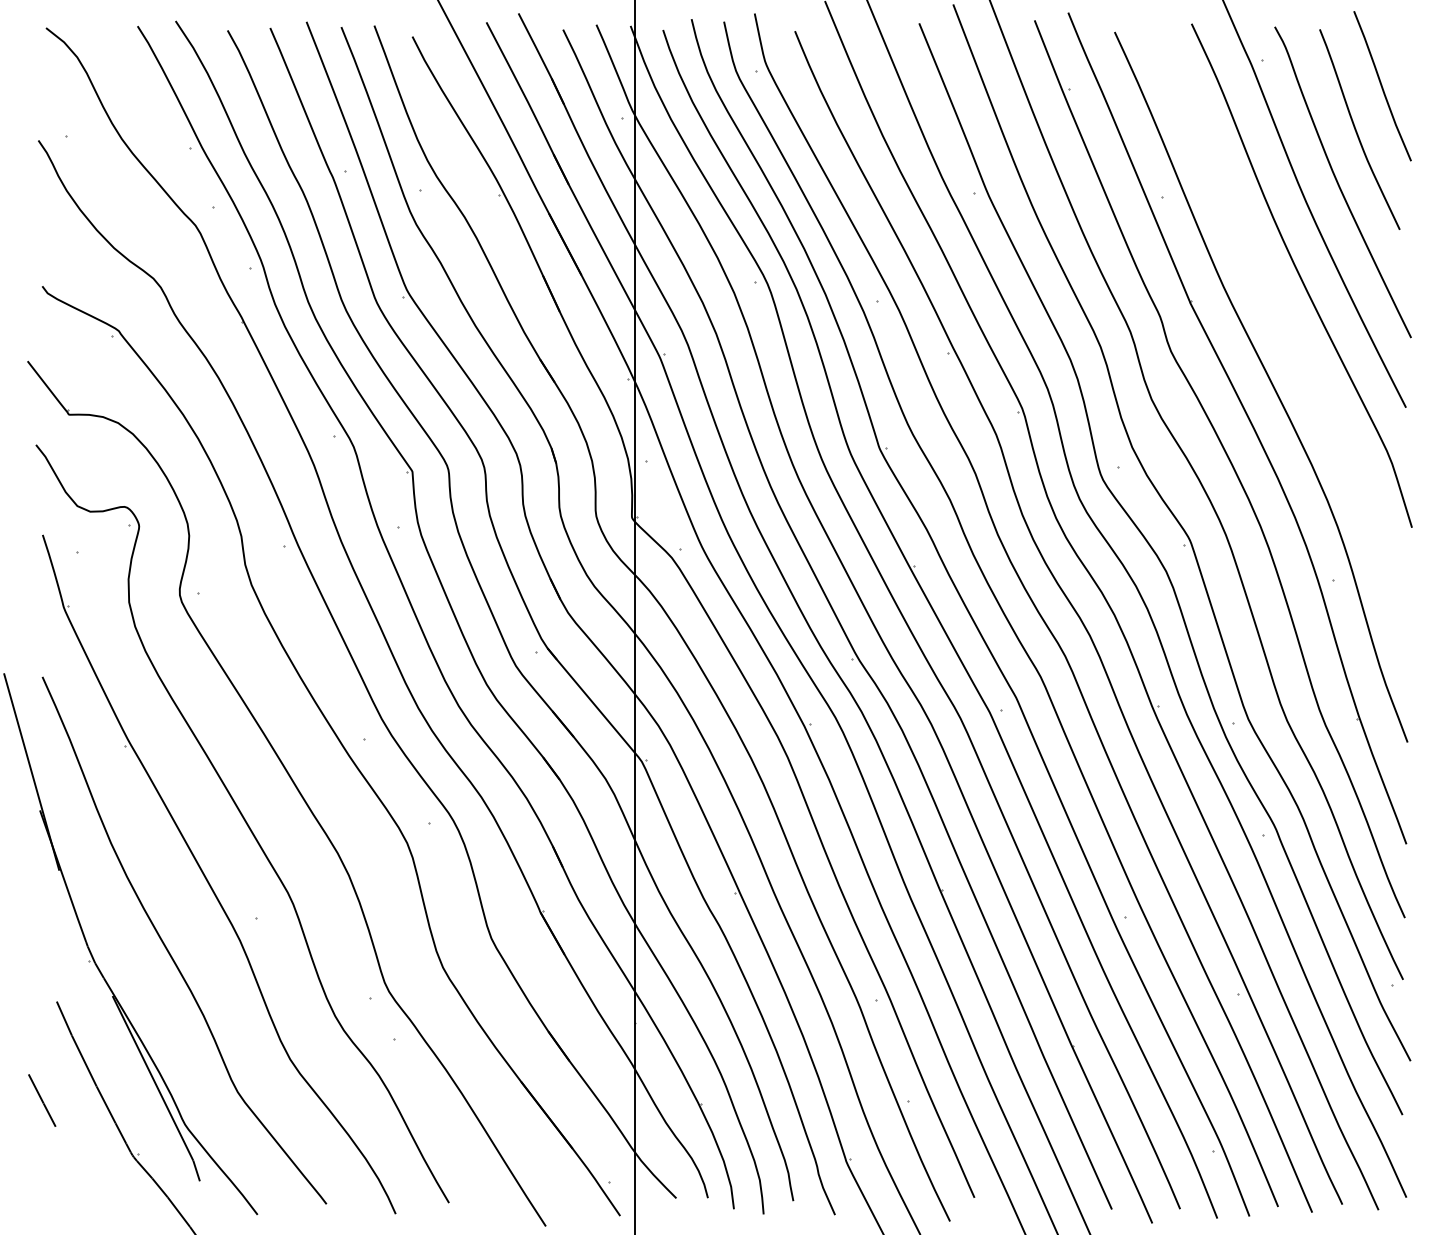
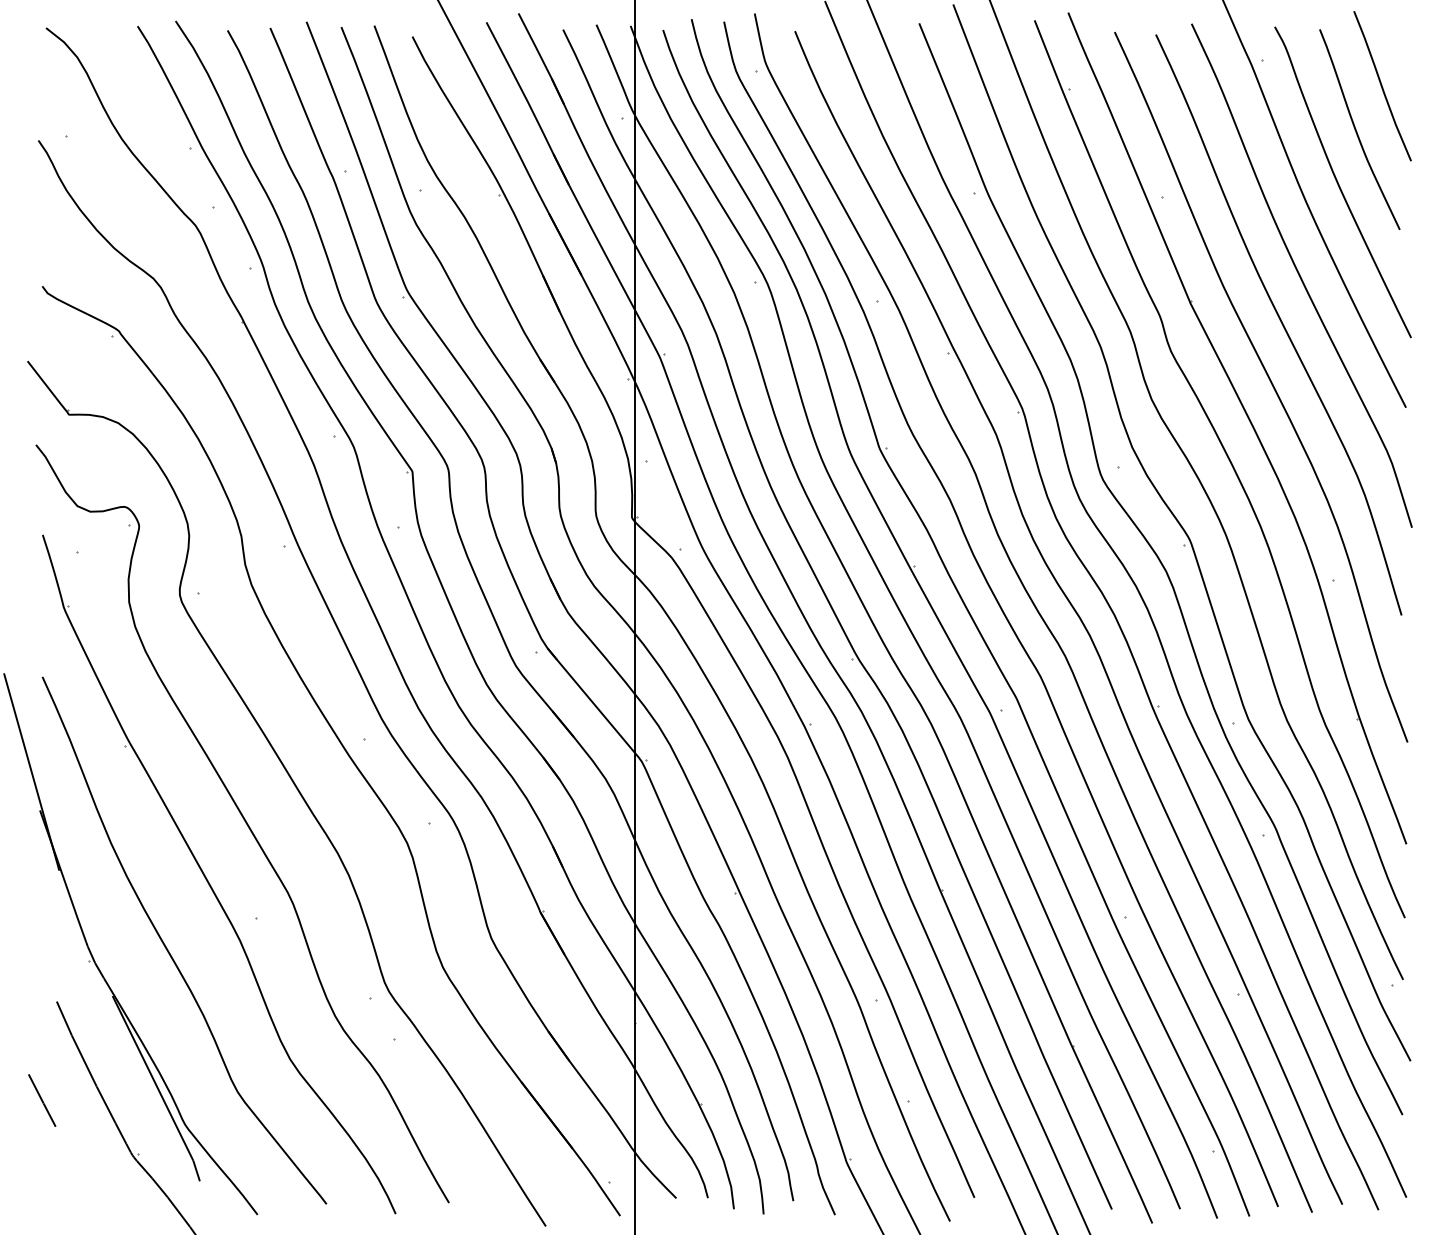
curve at (1280, 322): none -> present
